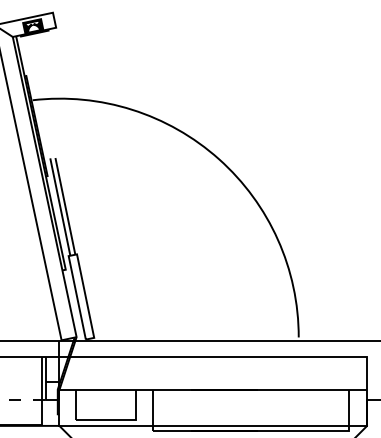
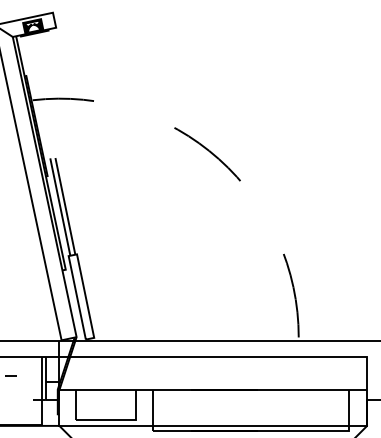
line at (218, 159): solid -> dashed
line at (14, 399) position: (14, 399) -> (10, 375)
